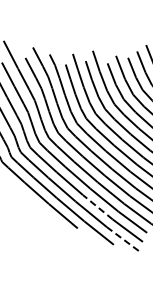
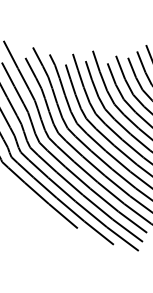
line at (97, 206): dashed -> solid
line at (122, 239): dashed -> solid
